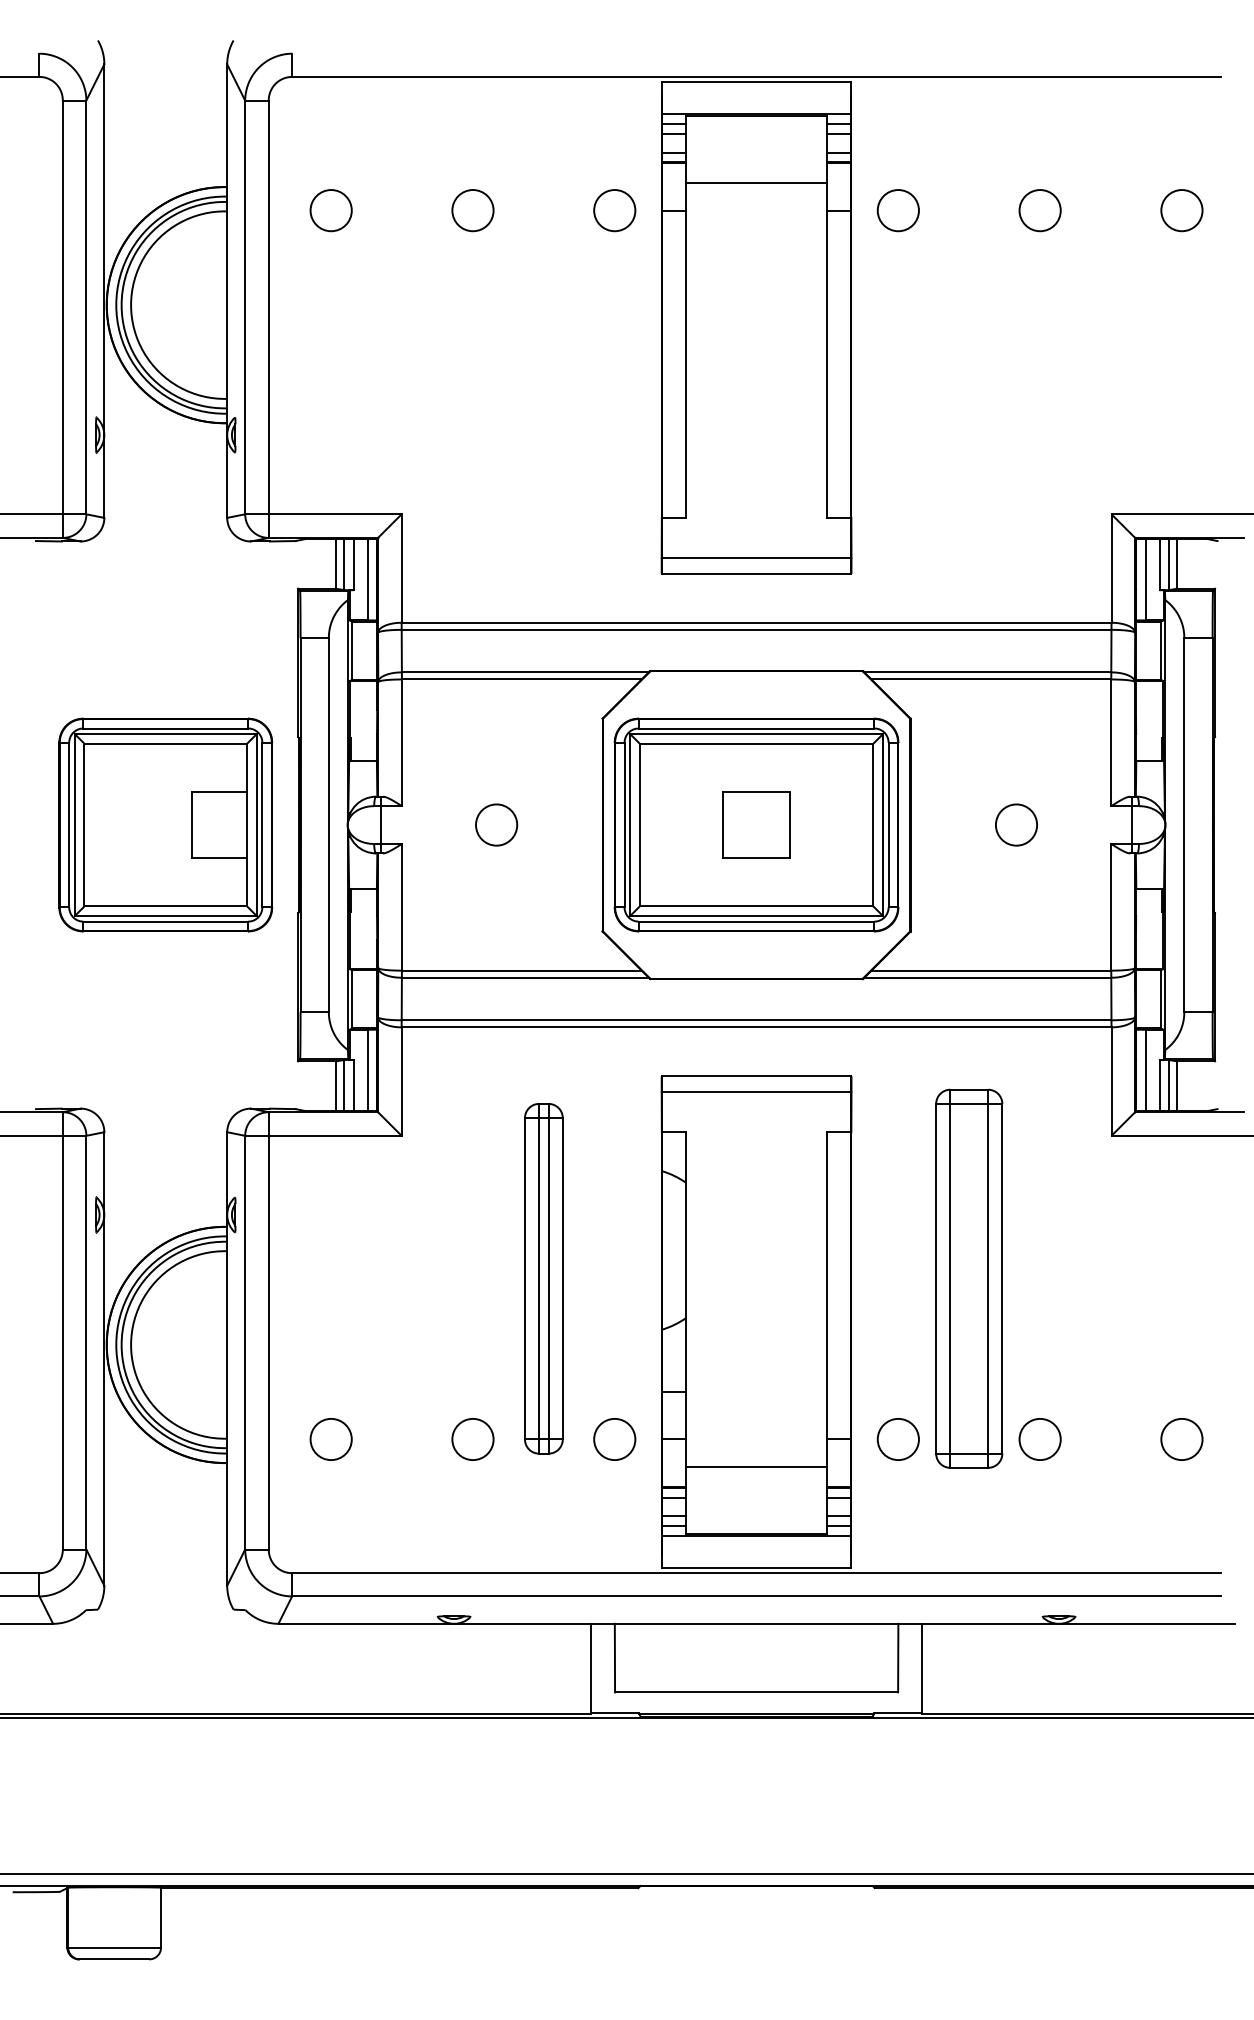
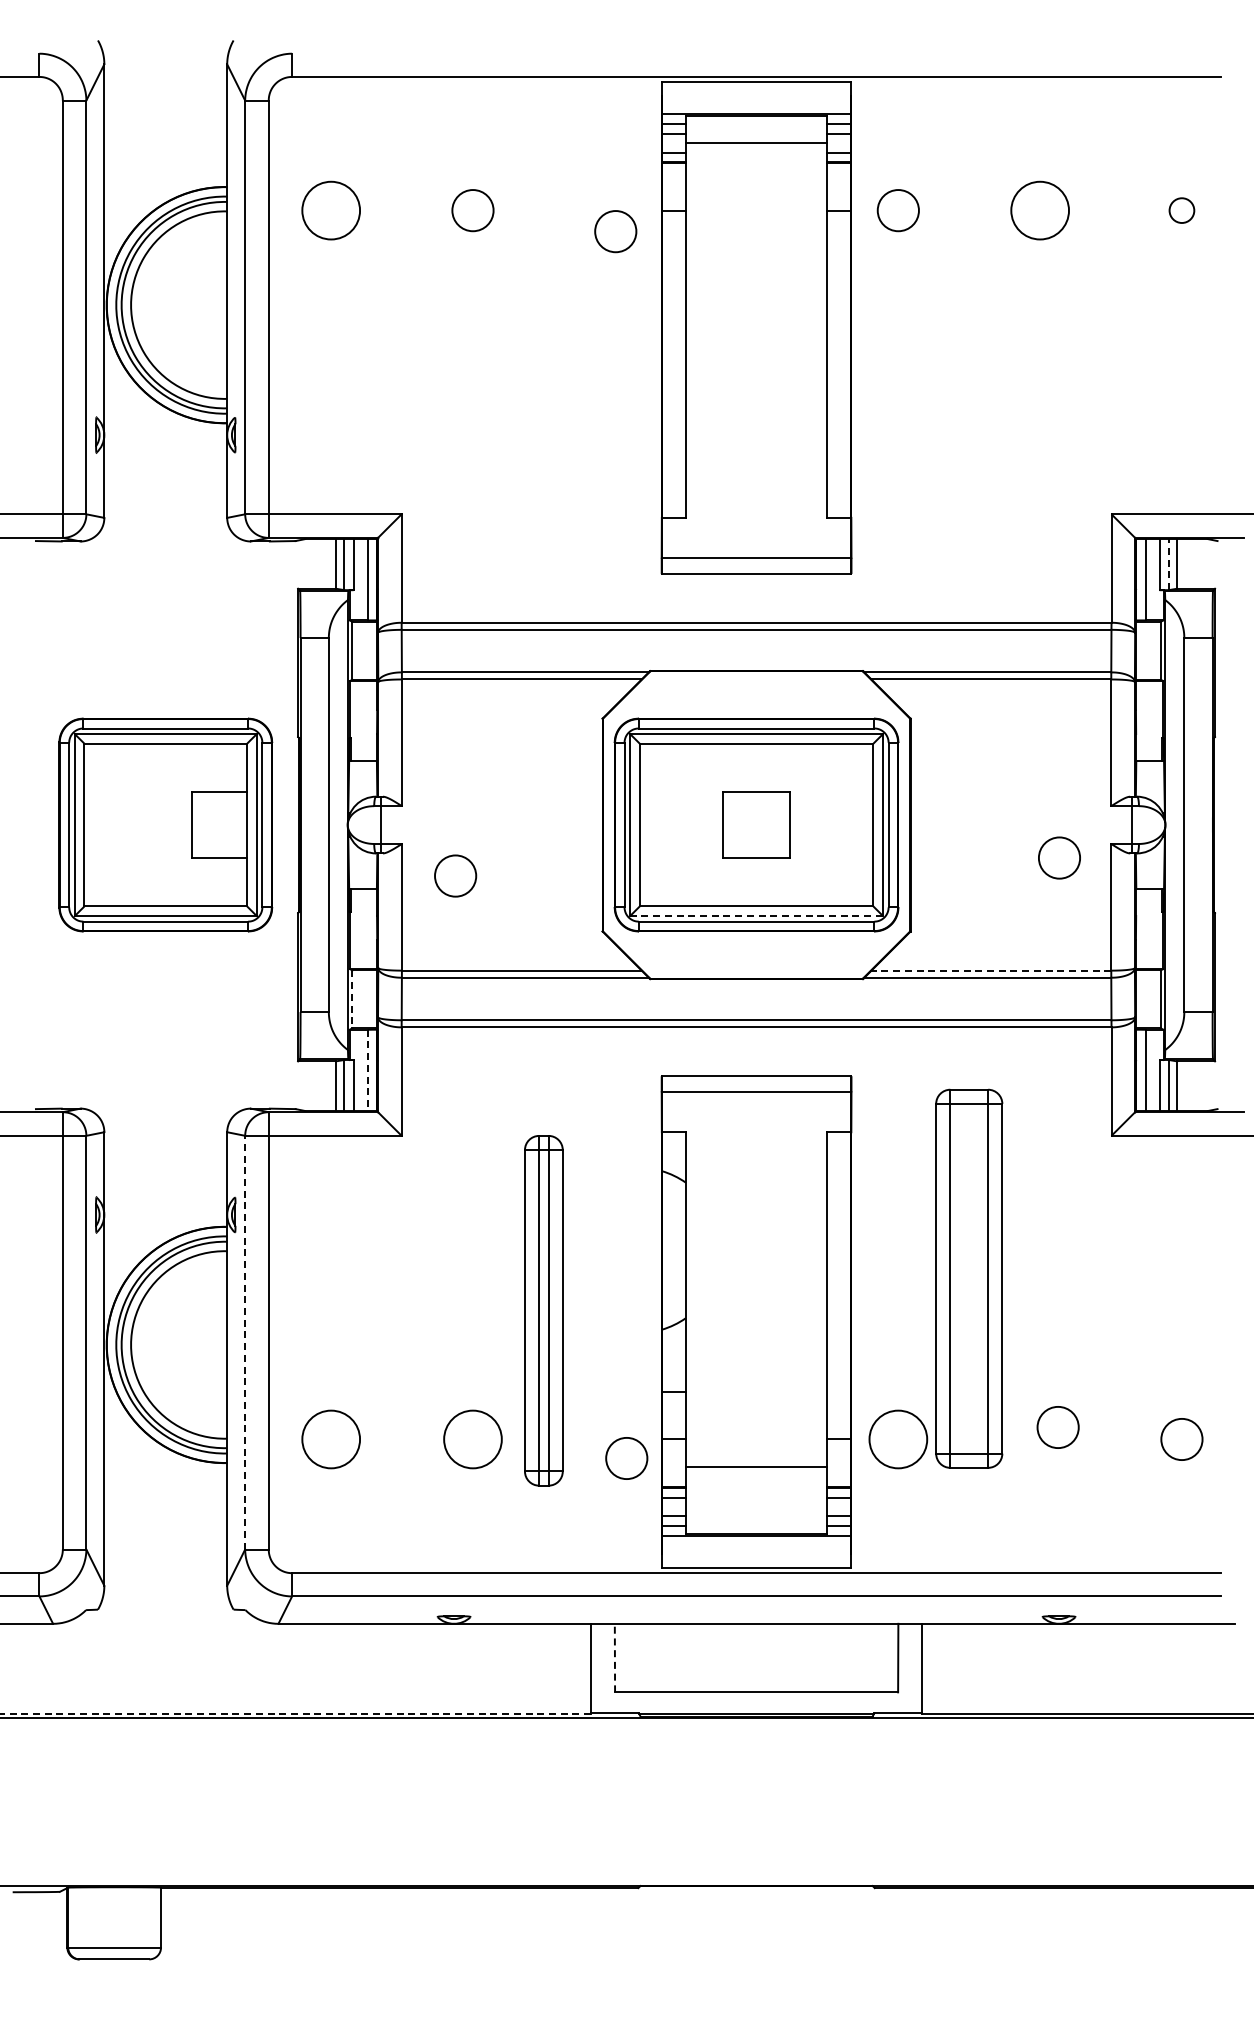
line at (756, 182) position: (756, 182) -> (756, 142)
circle at (330, 210) diameter: 41 px -> 58 px
circle at (614, 210) position: (614, 210) -> (615, 231)
circle at (1039, 210) diameter: 41 px -> 58 px
circle at (1181, 210) diameter: 41 px -> 25 px
line at (1169, 564): solid -> dashed
circle at (496, 824) position: (496, 824) -> (455, 875)
circle at (1016, 824) position: (1016, 824) -> (1059, 857)
line at (756, 915): solid -> dashed
line at (991, 970): solid -> dashed
line at (352, 999): solid -> dashed
line at (367, 1070): solid -> dashed
part at (543, 1278) position: (543, 1278) -> (543, 1310)
line at (245, 1342): solid -> dashed
circle at (330, 1439) diameter: 41 px -> 58 px
circle at (472, 1439) diameter: 41 px -> 58 px
circle at (614, 1439) position: (614, 1439) -> (626, 1458)
circle at (897, 1439) diameter: 41 px -> 58 px
circle at (1039, 1439) position: (1039, 1439) -> (1057, 1427)
line at (614, 1657): solid -> dashed
line at (295, 1713): solid -> dashed
line at (626, 1873): present -> none
